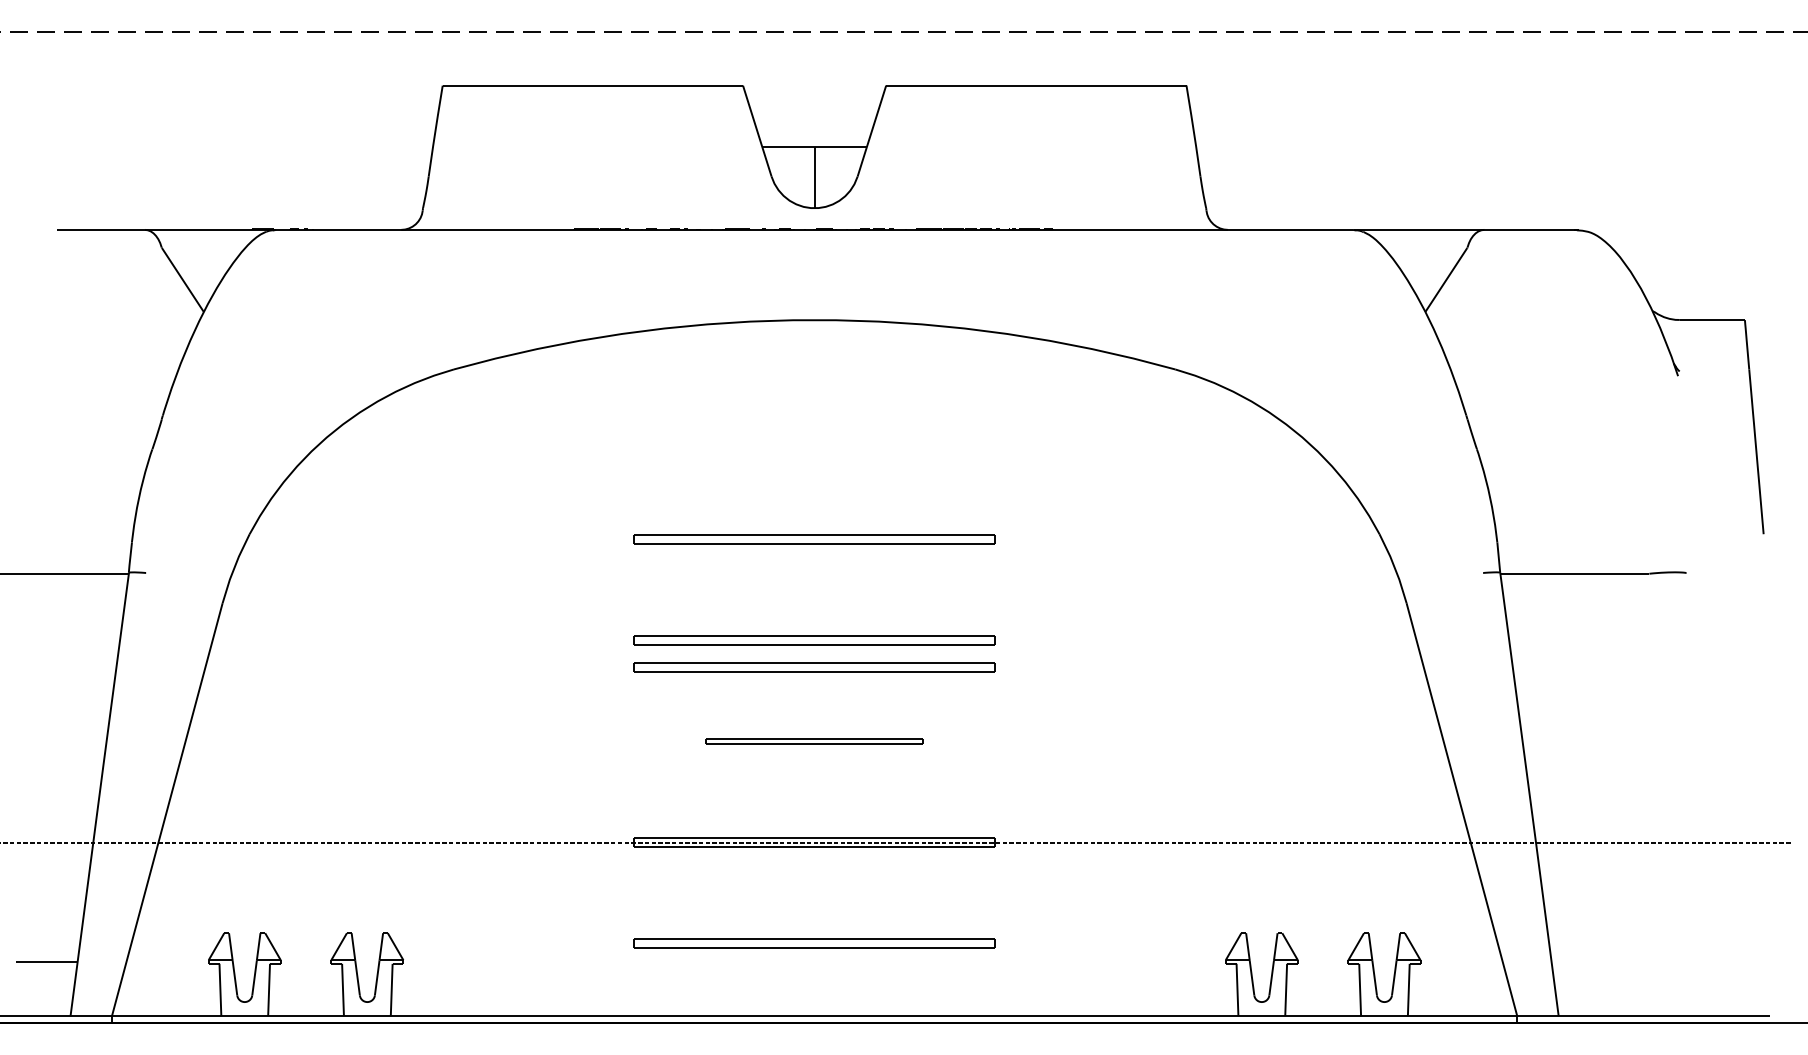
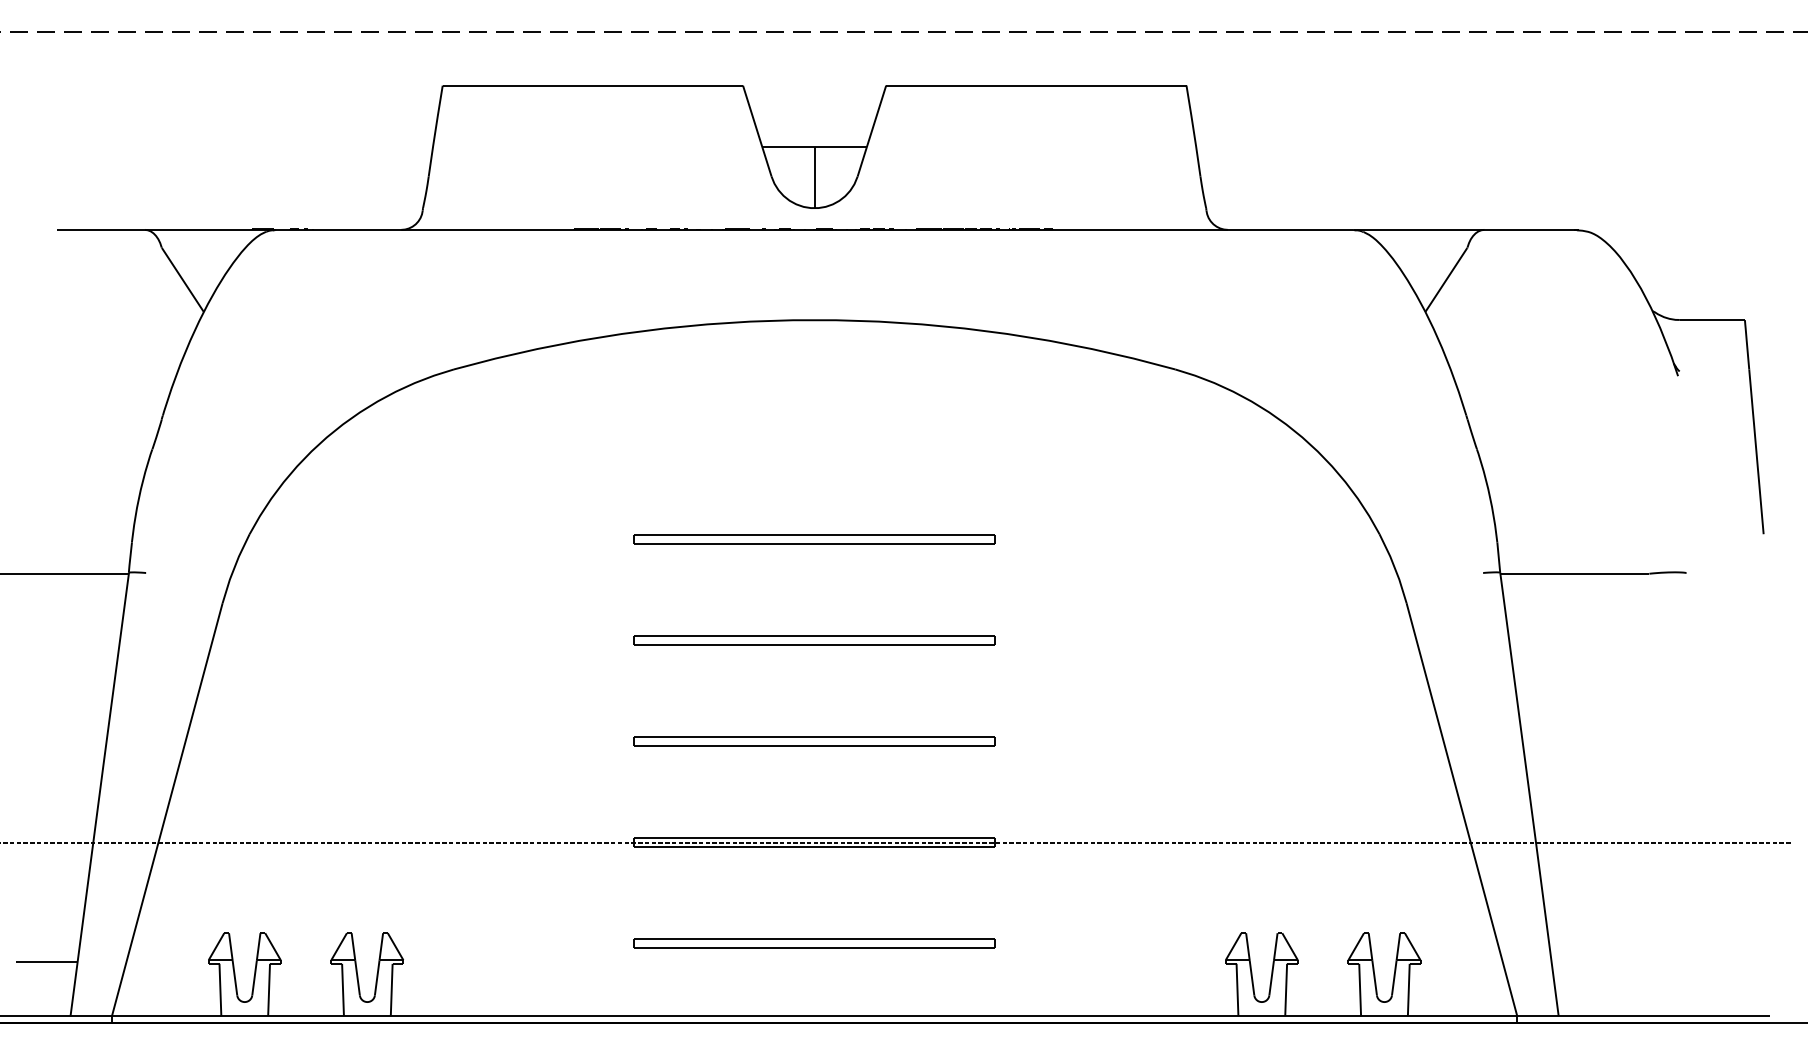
part at (814, 667): present -> none
part at (814, 741) size: 219x7 px -> 363x11 px
